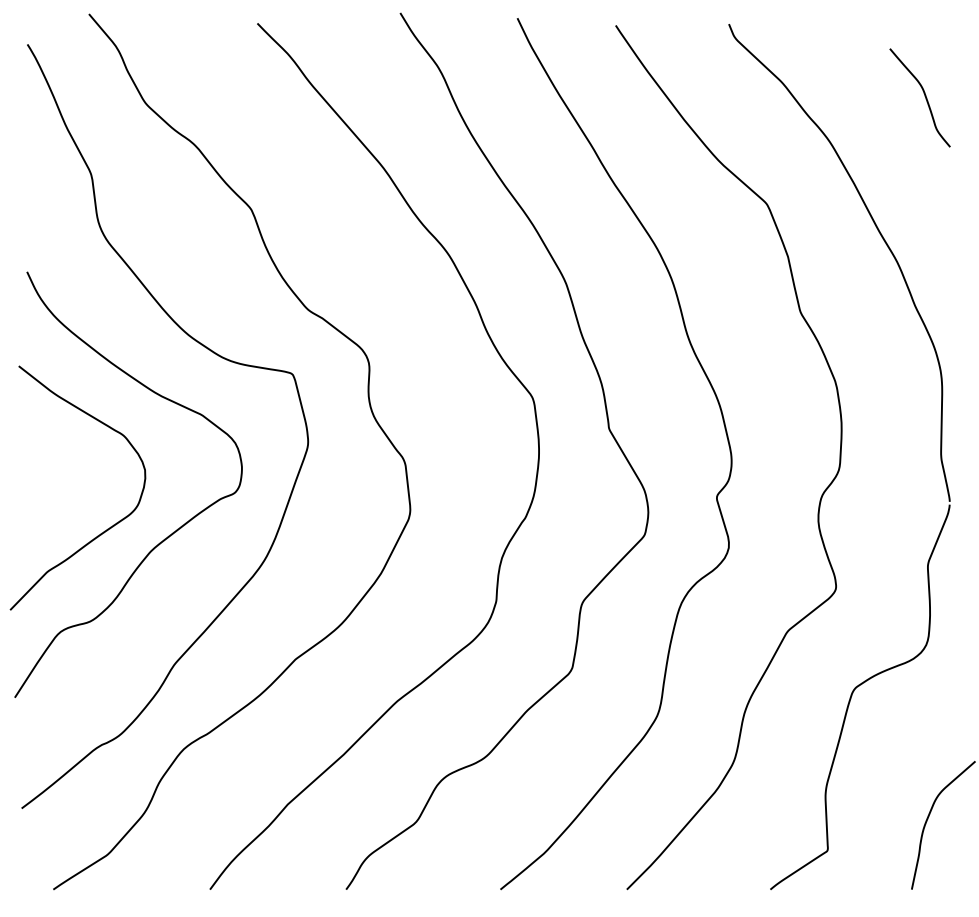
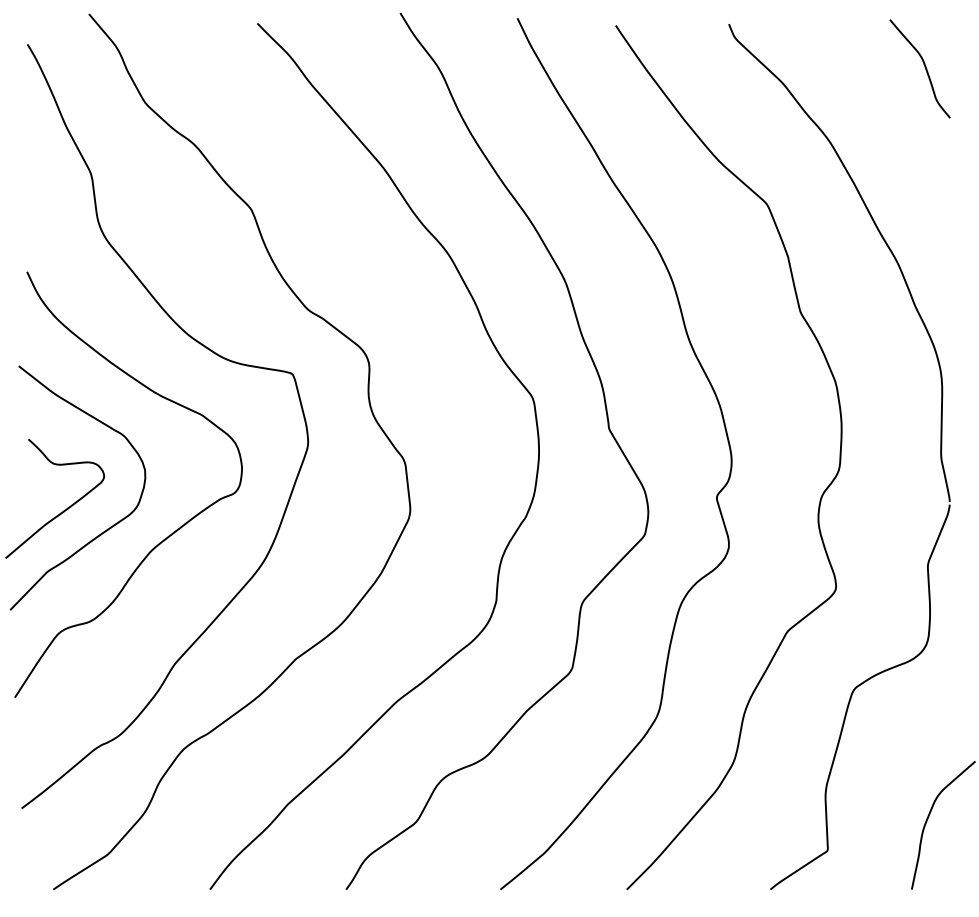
curve at (924, 96) position: (924, 96) -> (924, 67)
curve at (64, 509): none -> present
